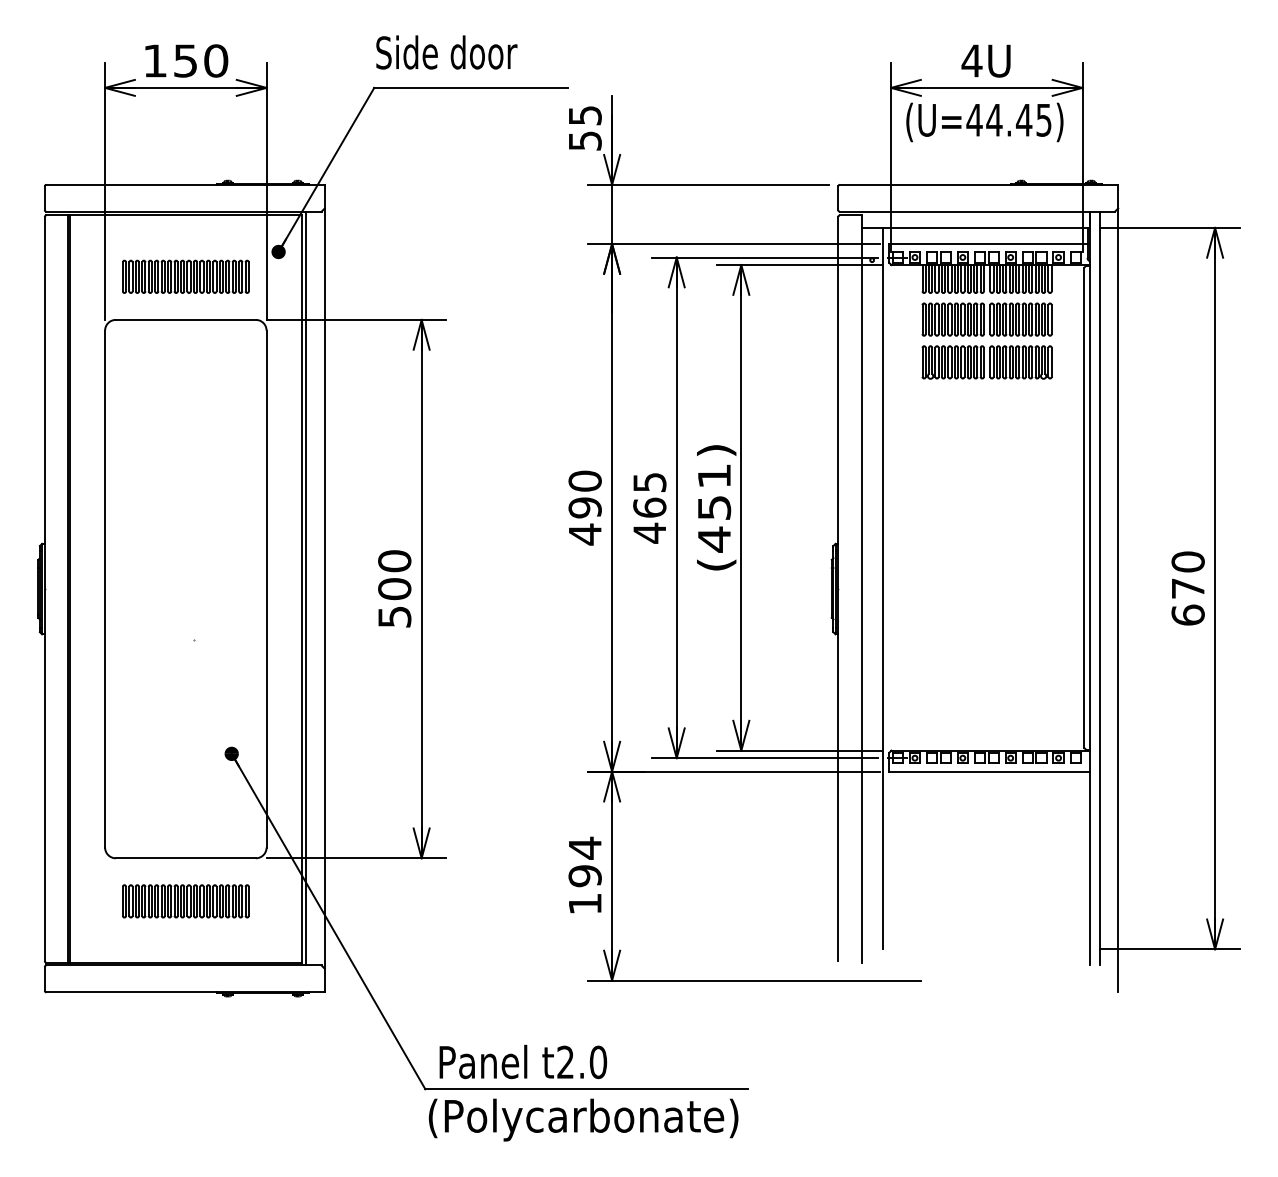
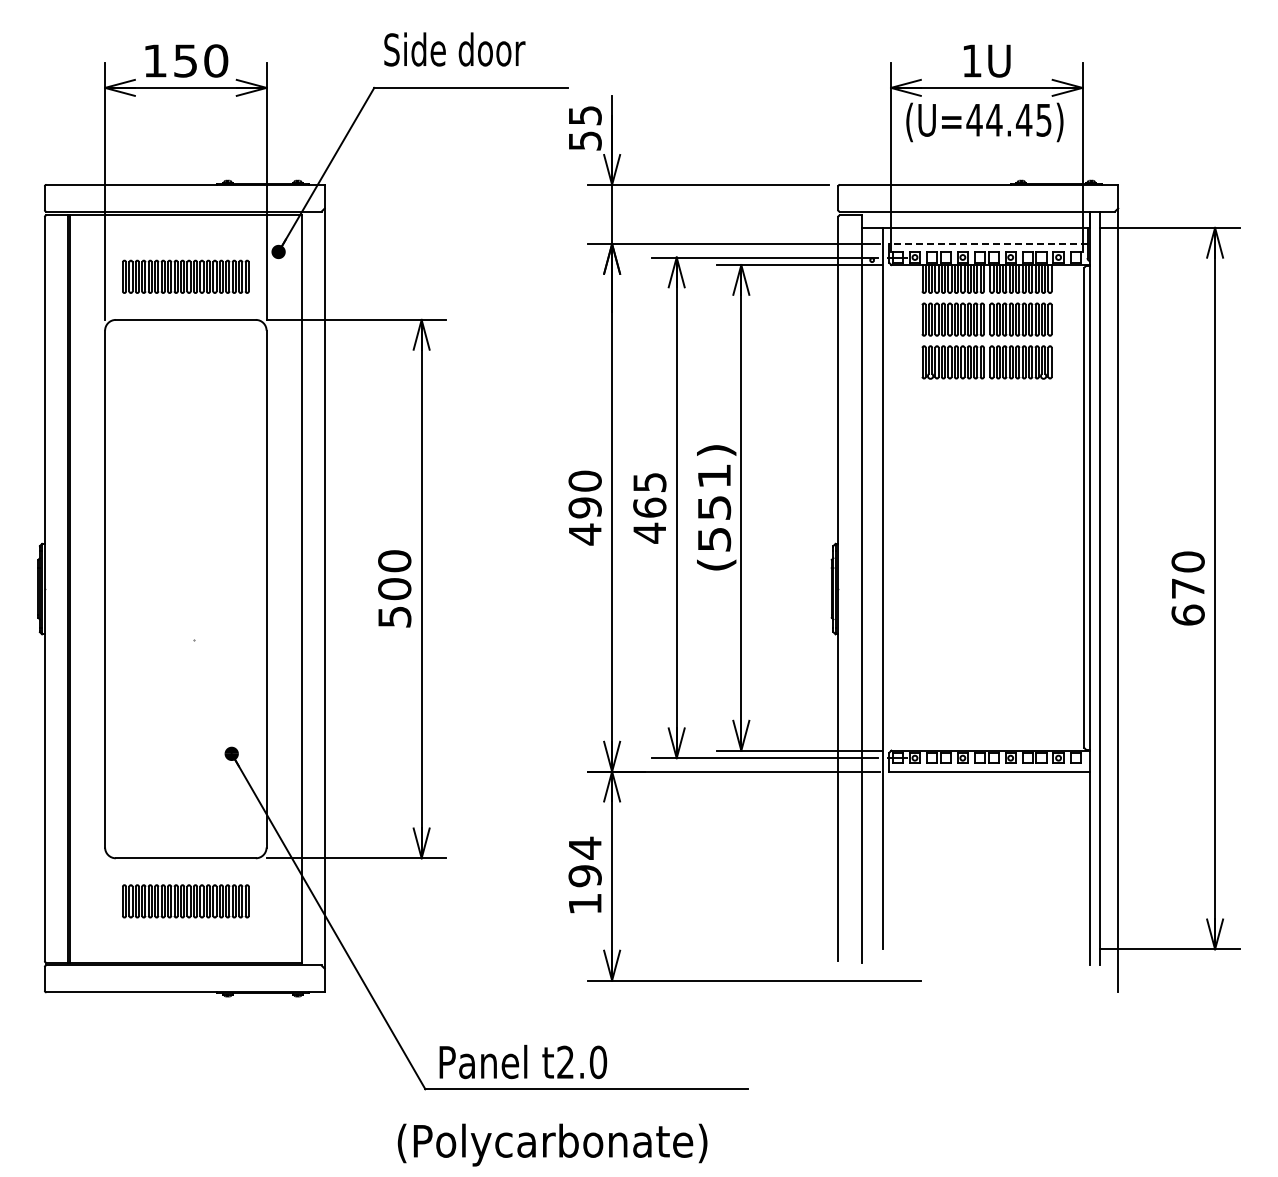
text at (446, 52) position: (446, 52) -> (454, 49)
text at (971, 60): 4U -> 1U
line at (987, 244): solid -> dashed
text at (714, 539): (451) -> (551)
line at (306, 588): present -> none
text at (583, 1119) position: (583, 1119) -> (552, 1144)
